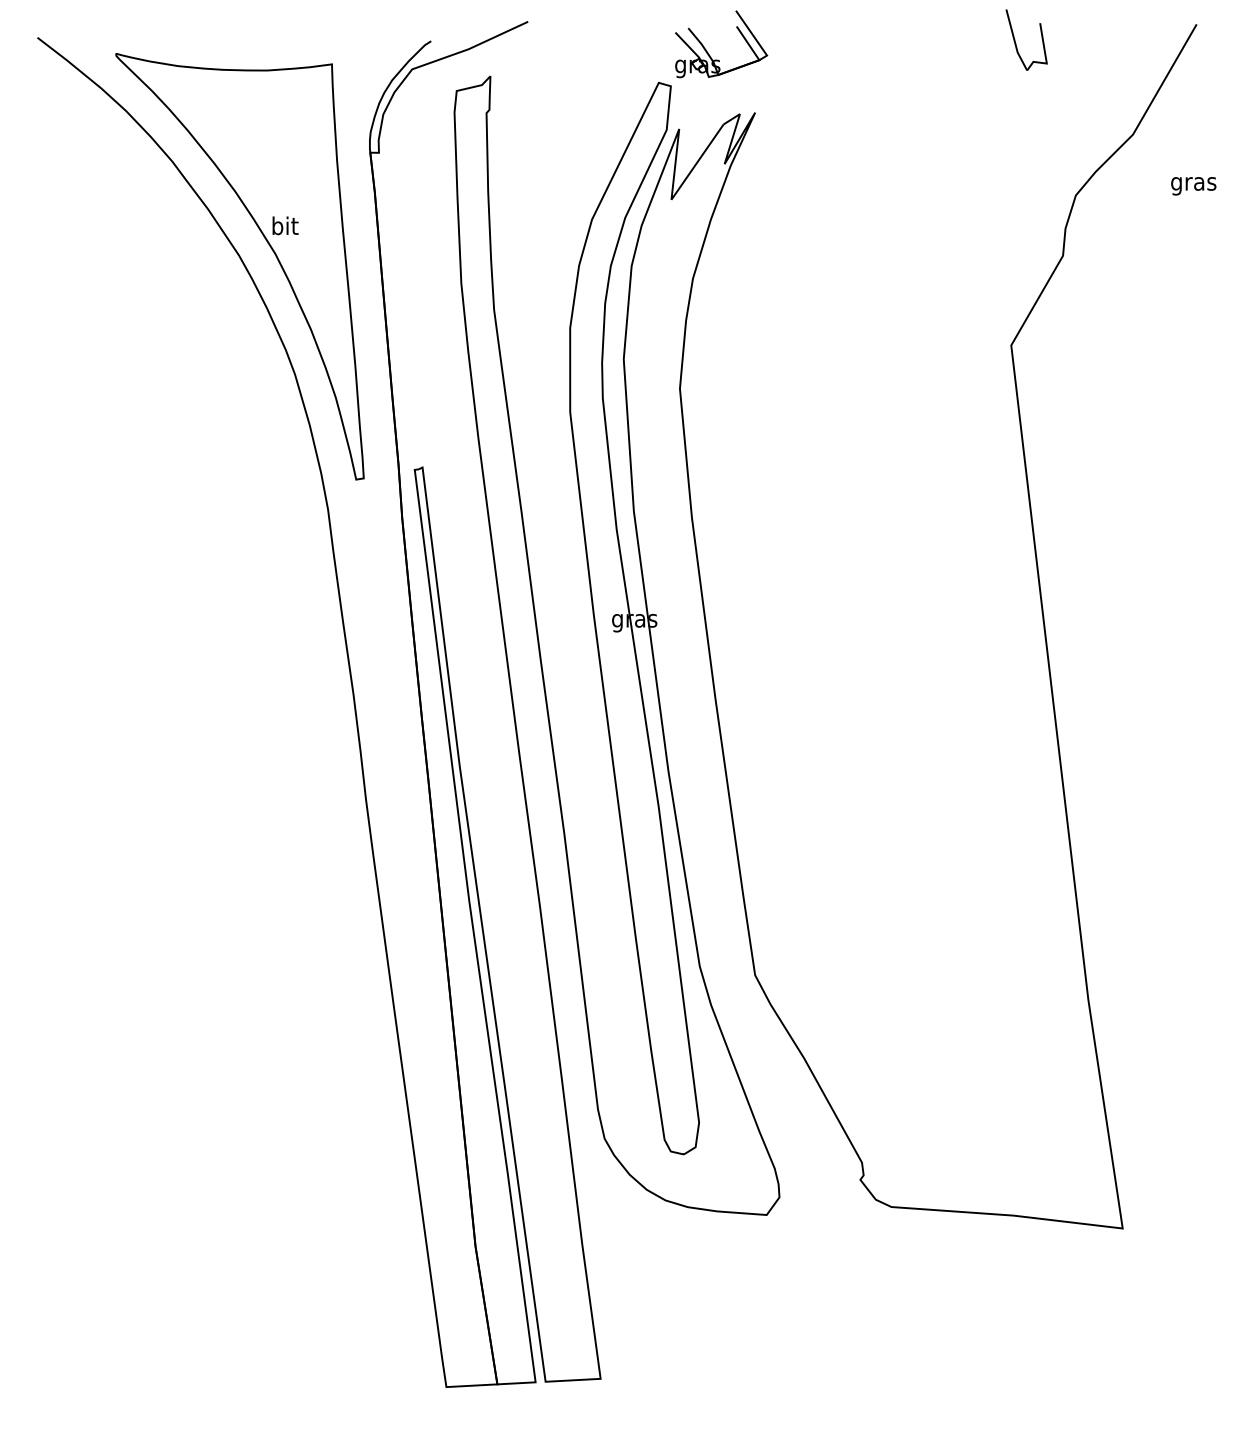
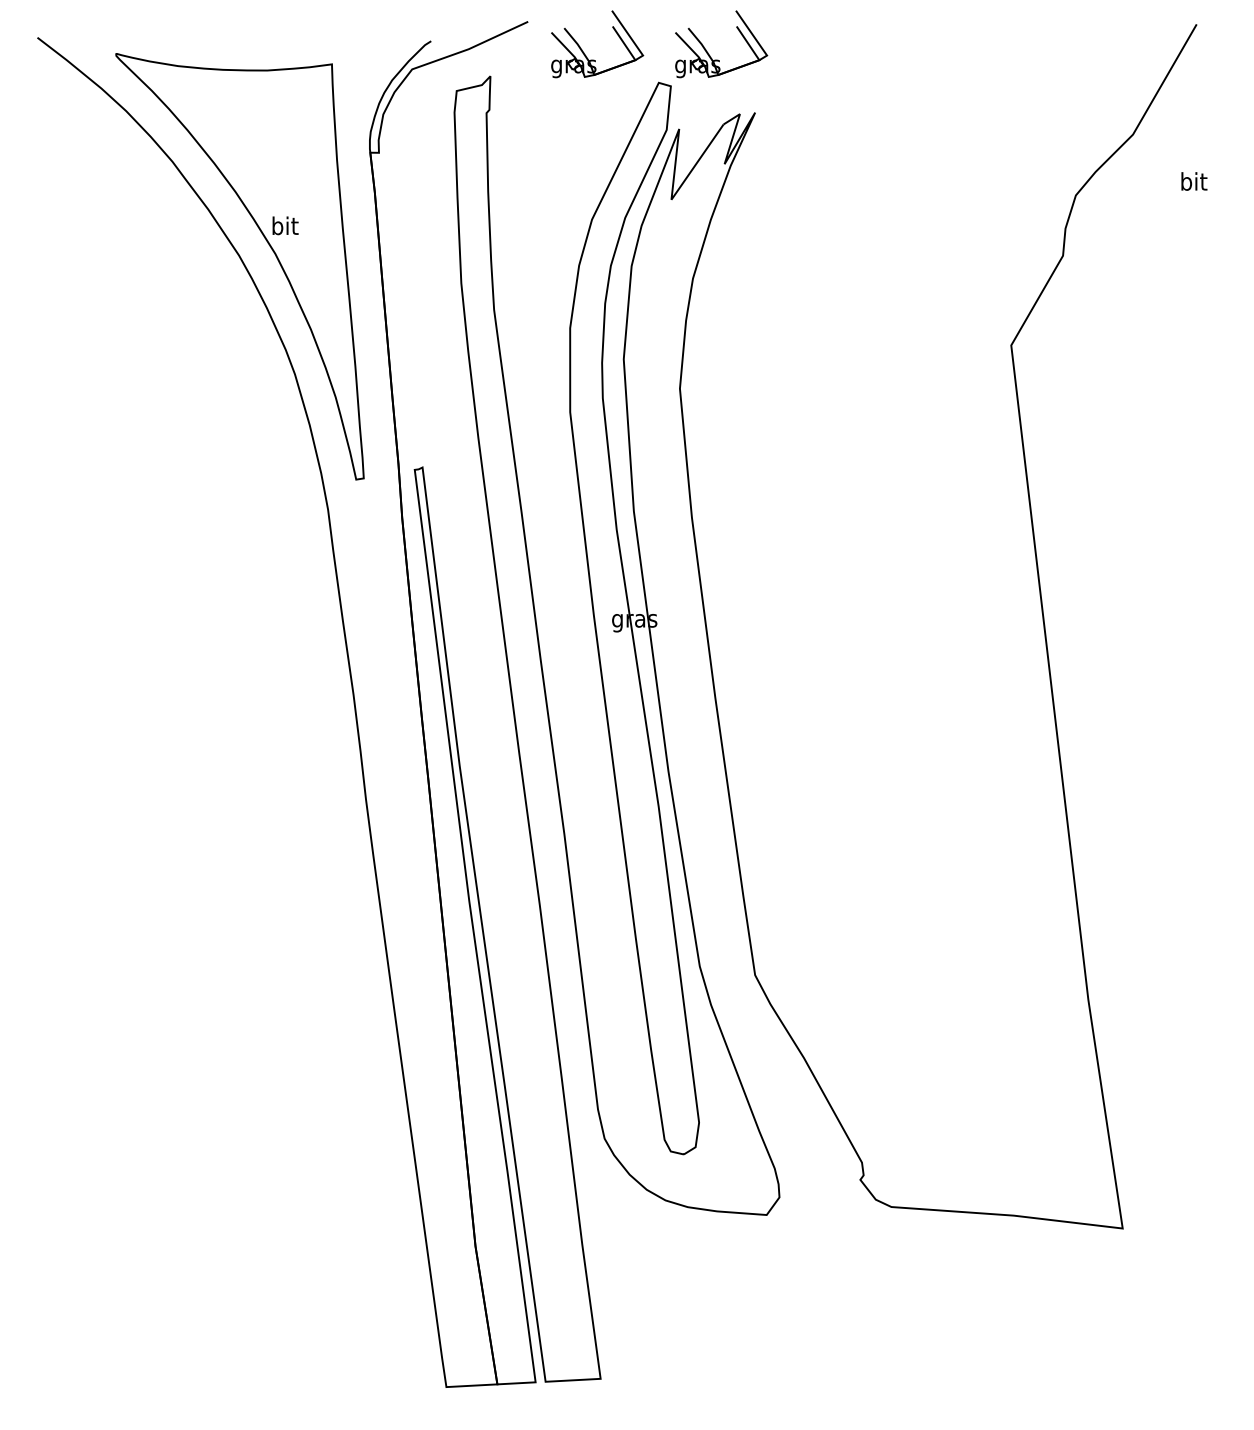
part at (1016, 43): present -> none
part at (584, 52): none -> present
text at (1193, 183): gras -> bit
